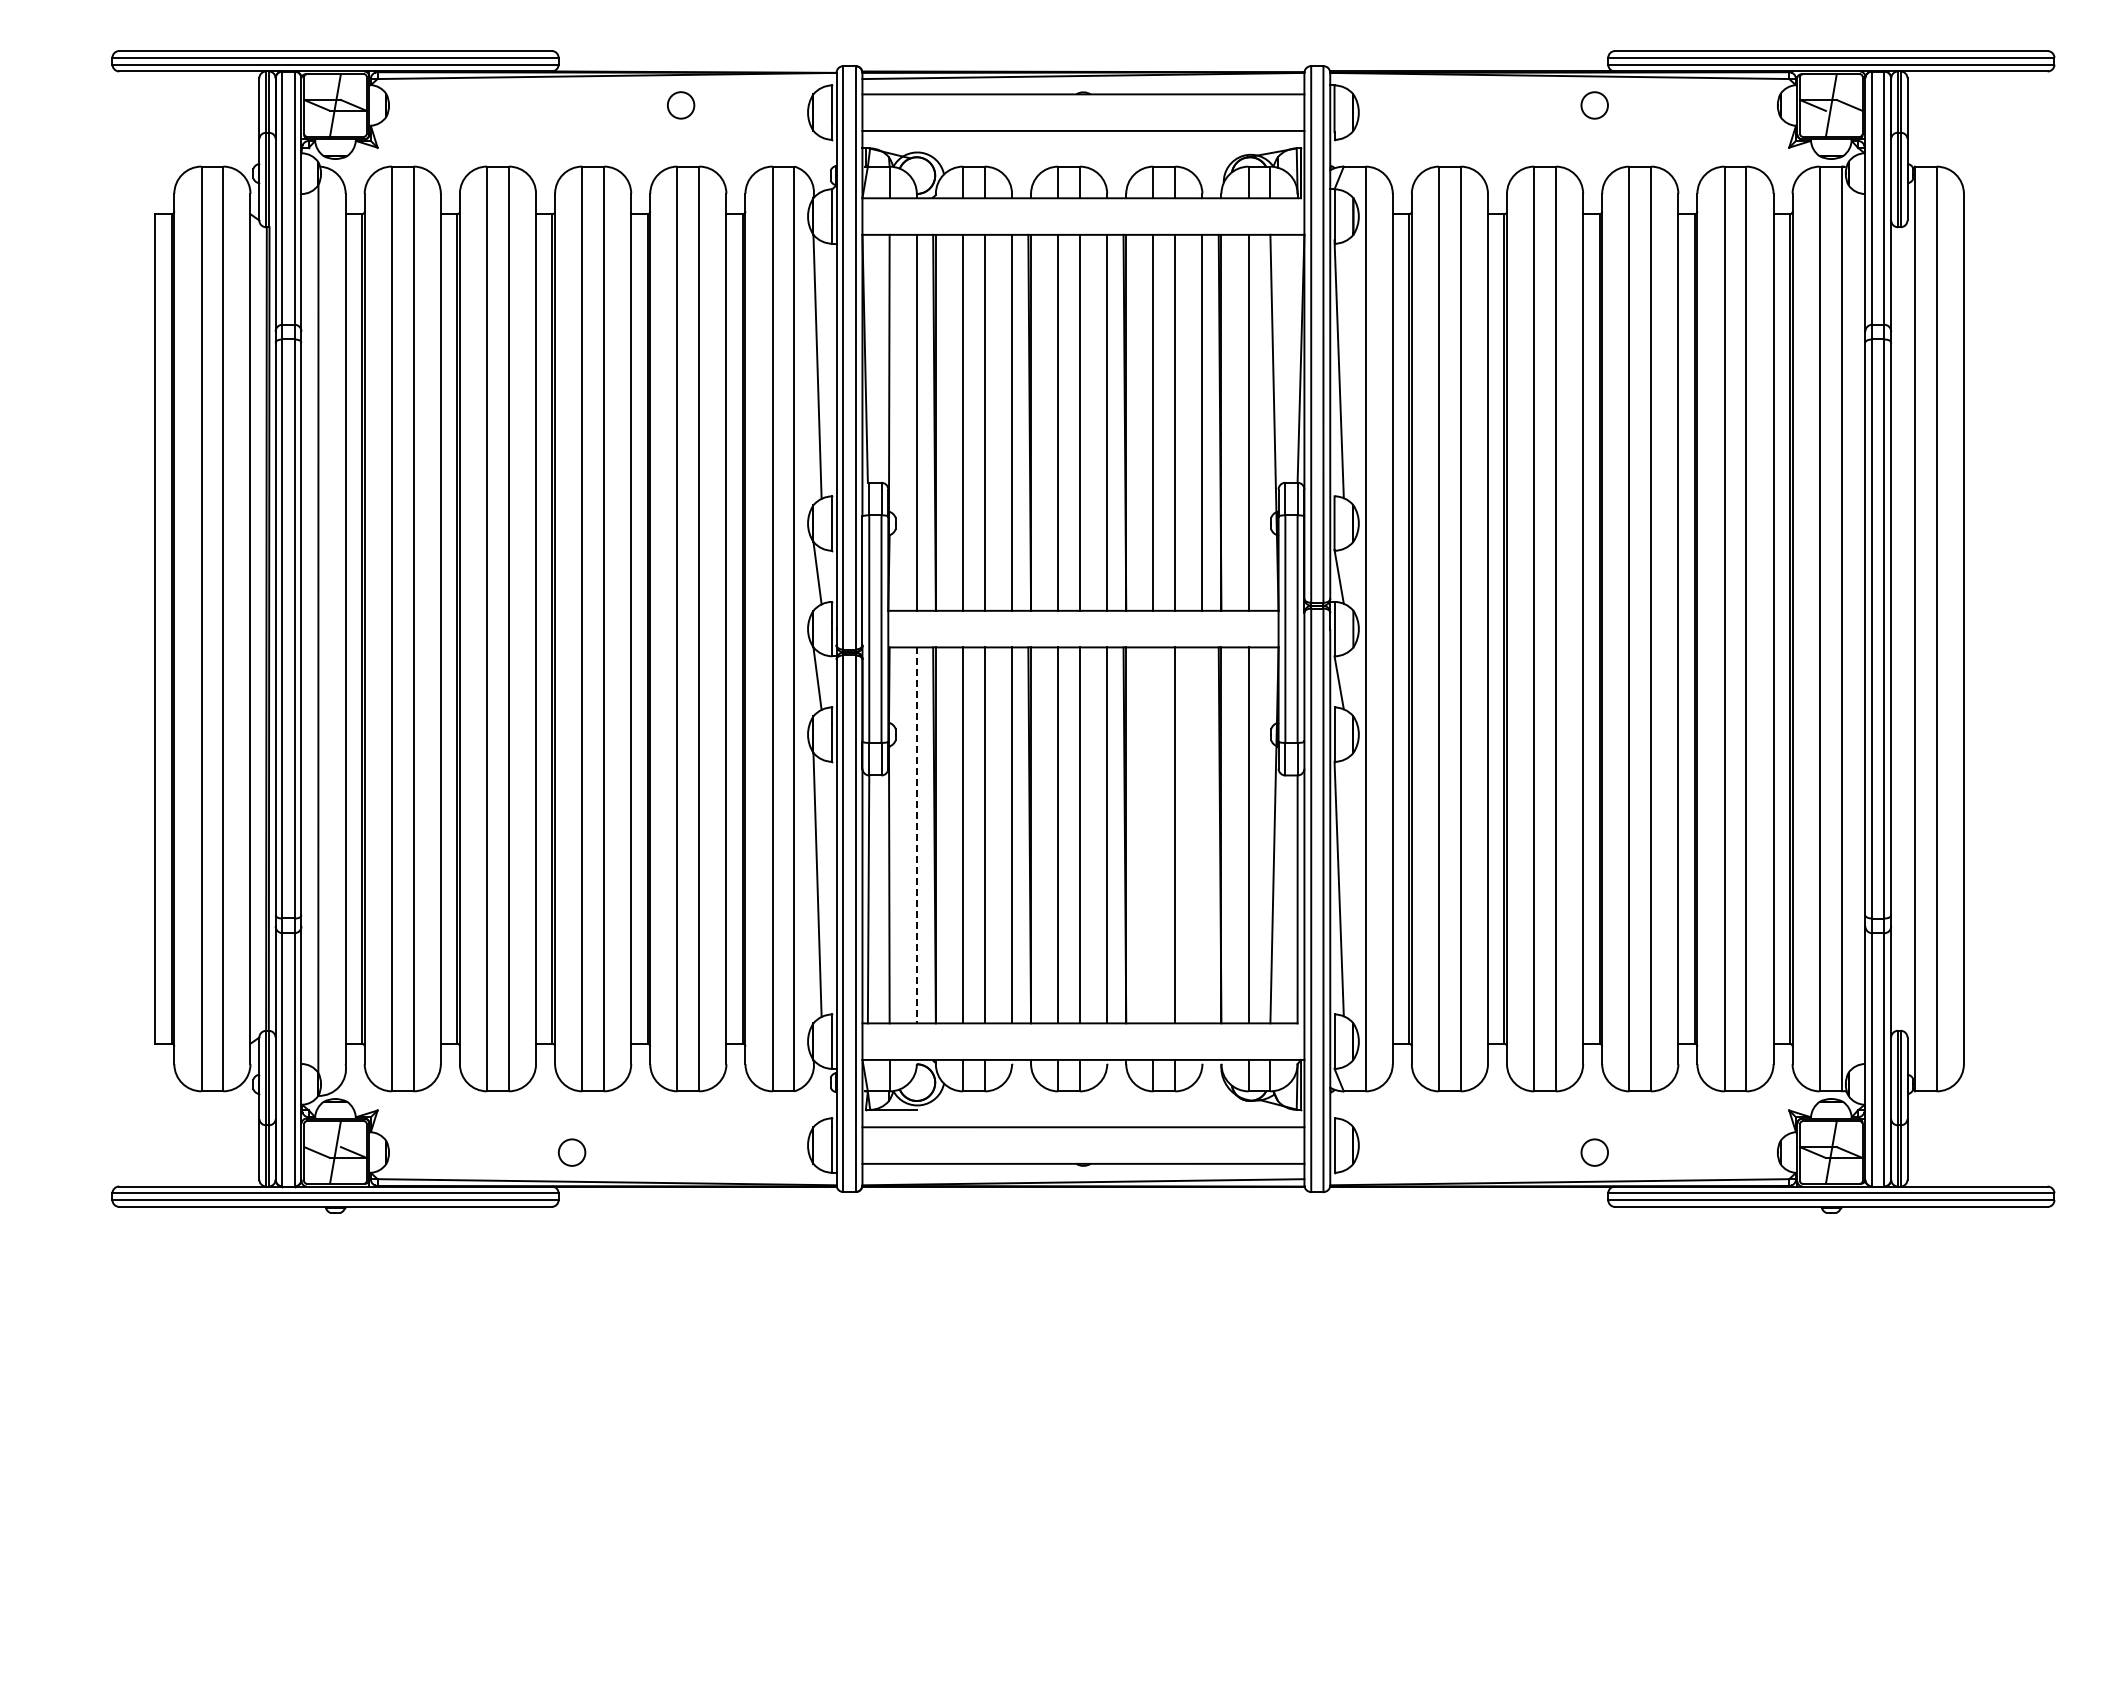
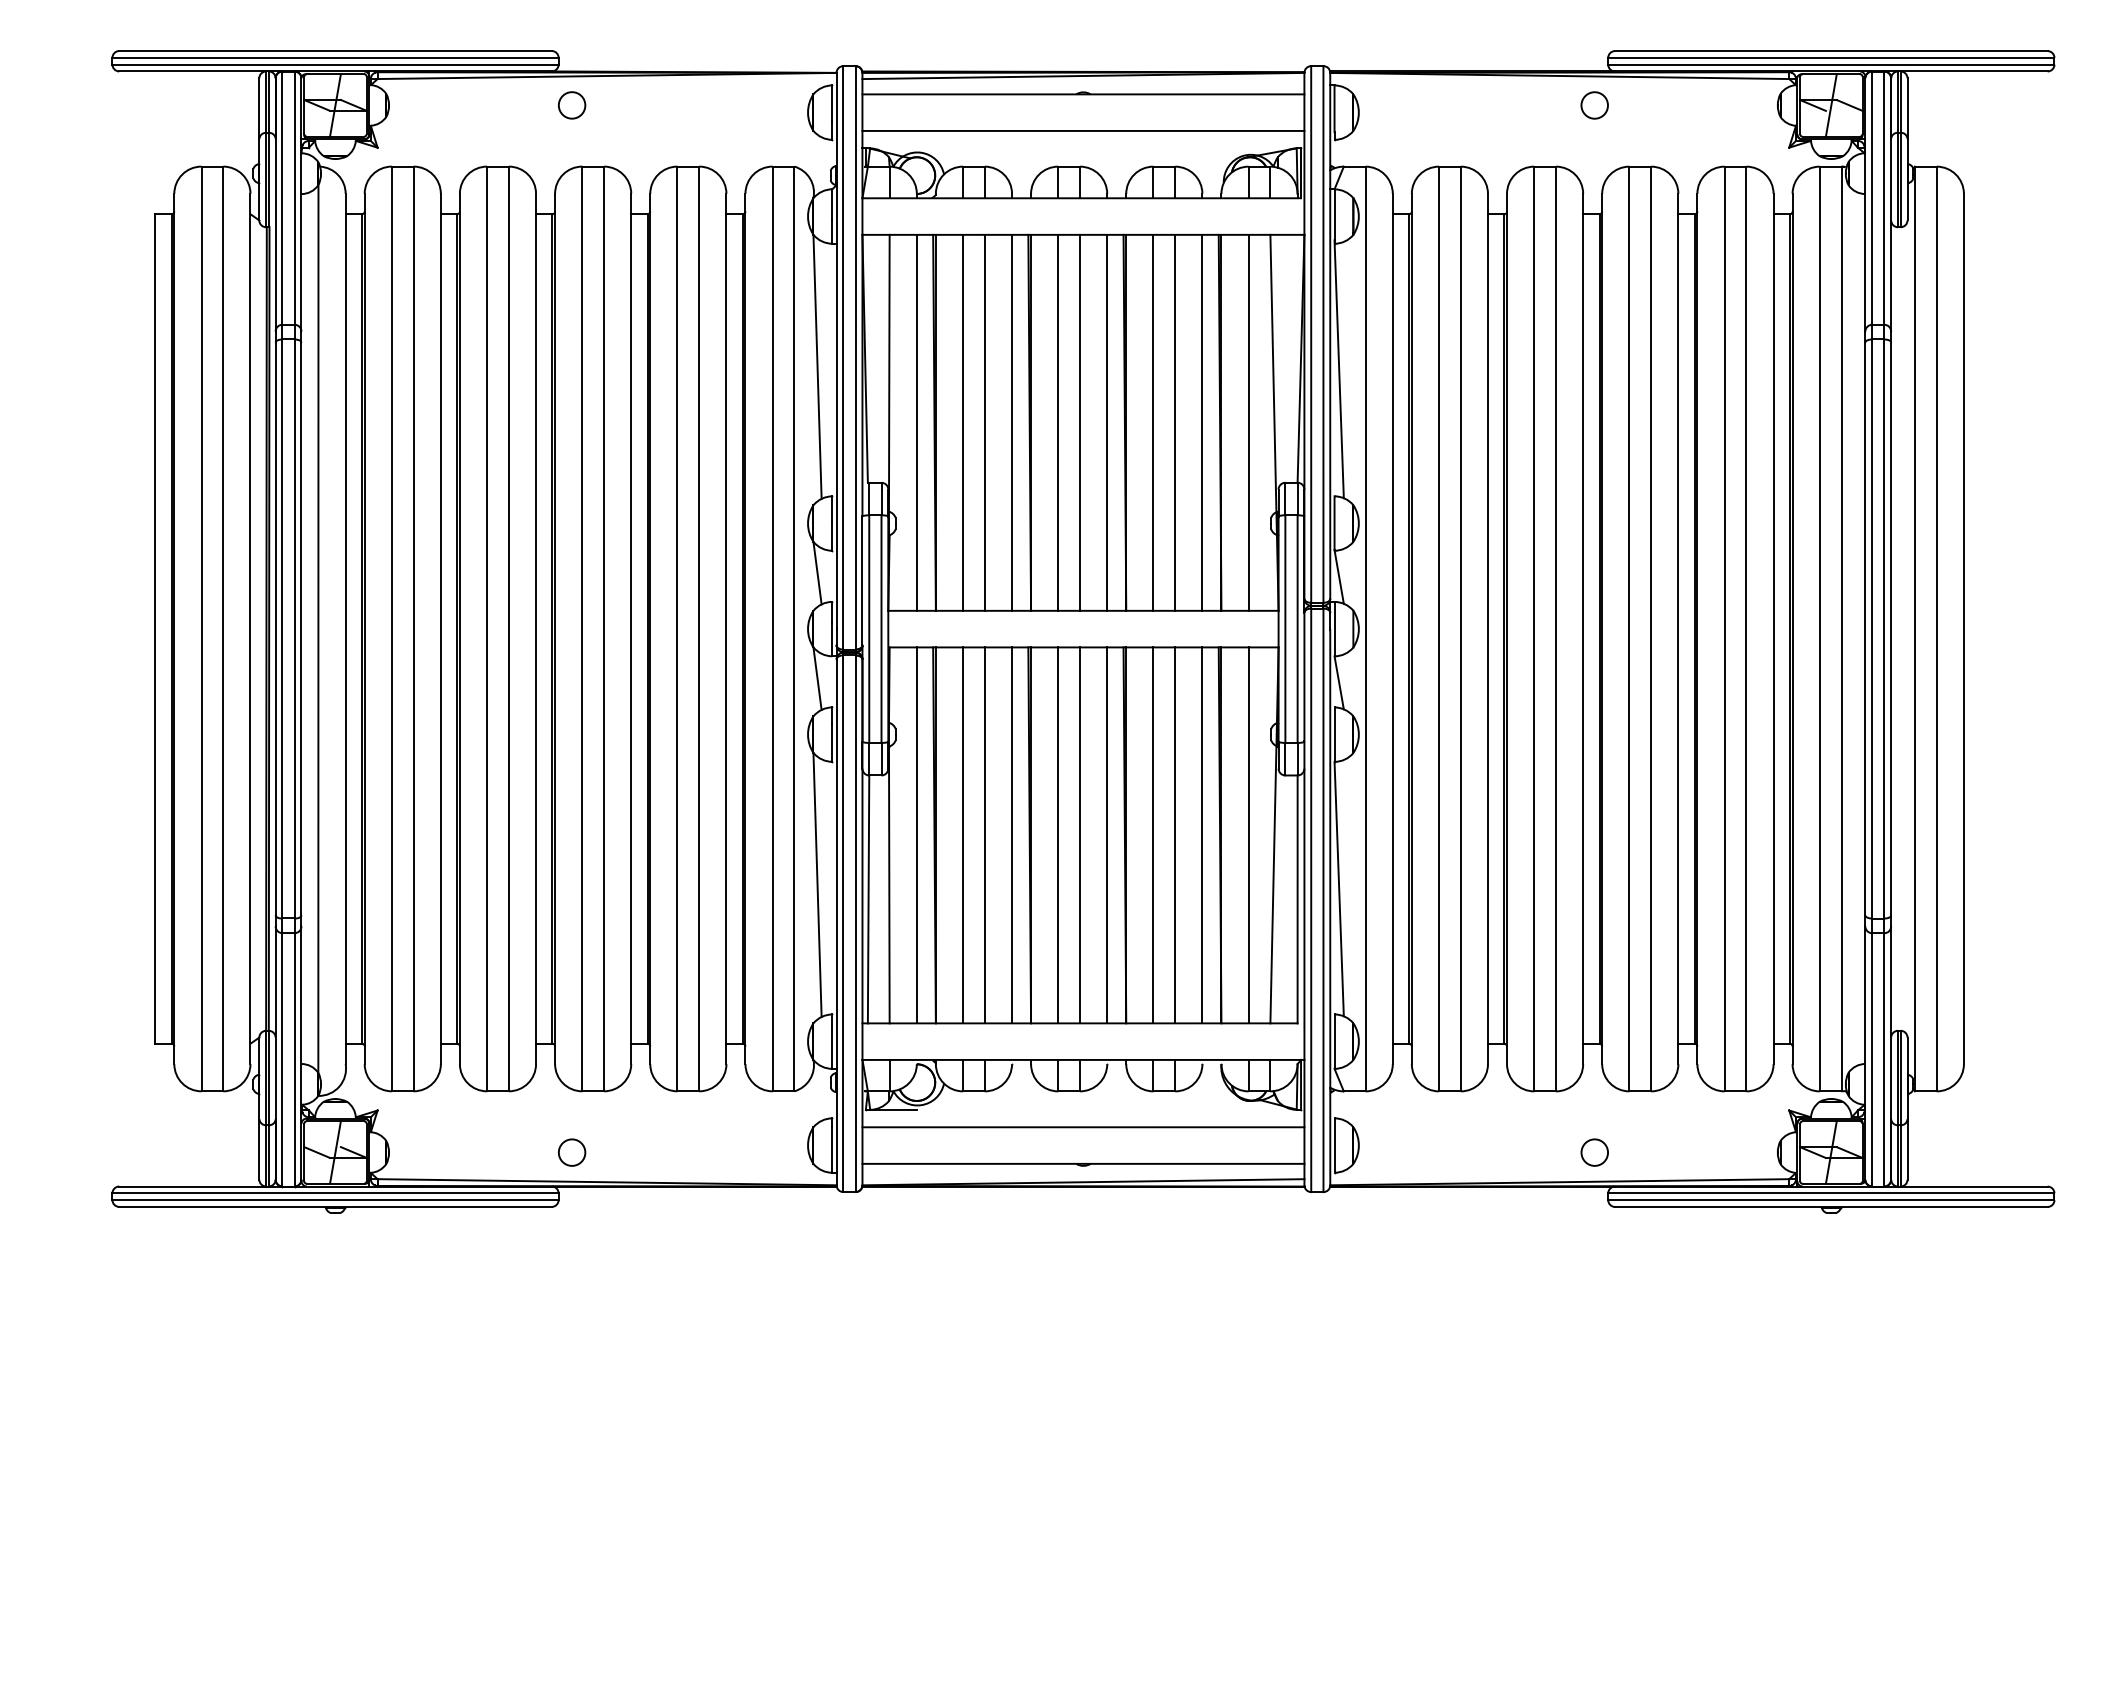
circle at (681, 105) position: (681, 105) -> (572, 105)
line at (916, 835): dashed -> solid
line at (1153, 835): none -> present
line at (1202, 835): none -> present
